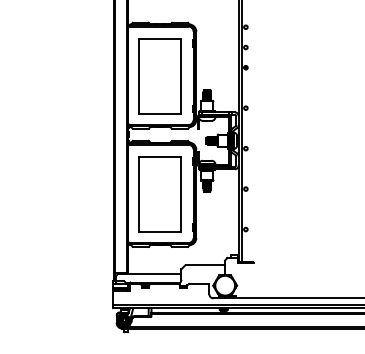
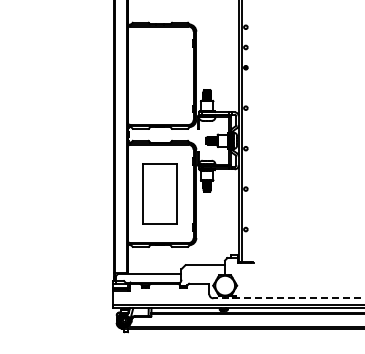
part at (159, 76): present -> none
part at (159, 194) size: 44x77 px -> 36x62 px
line at (288, 298): solid -> dashed
